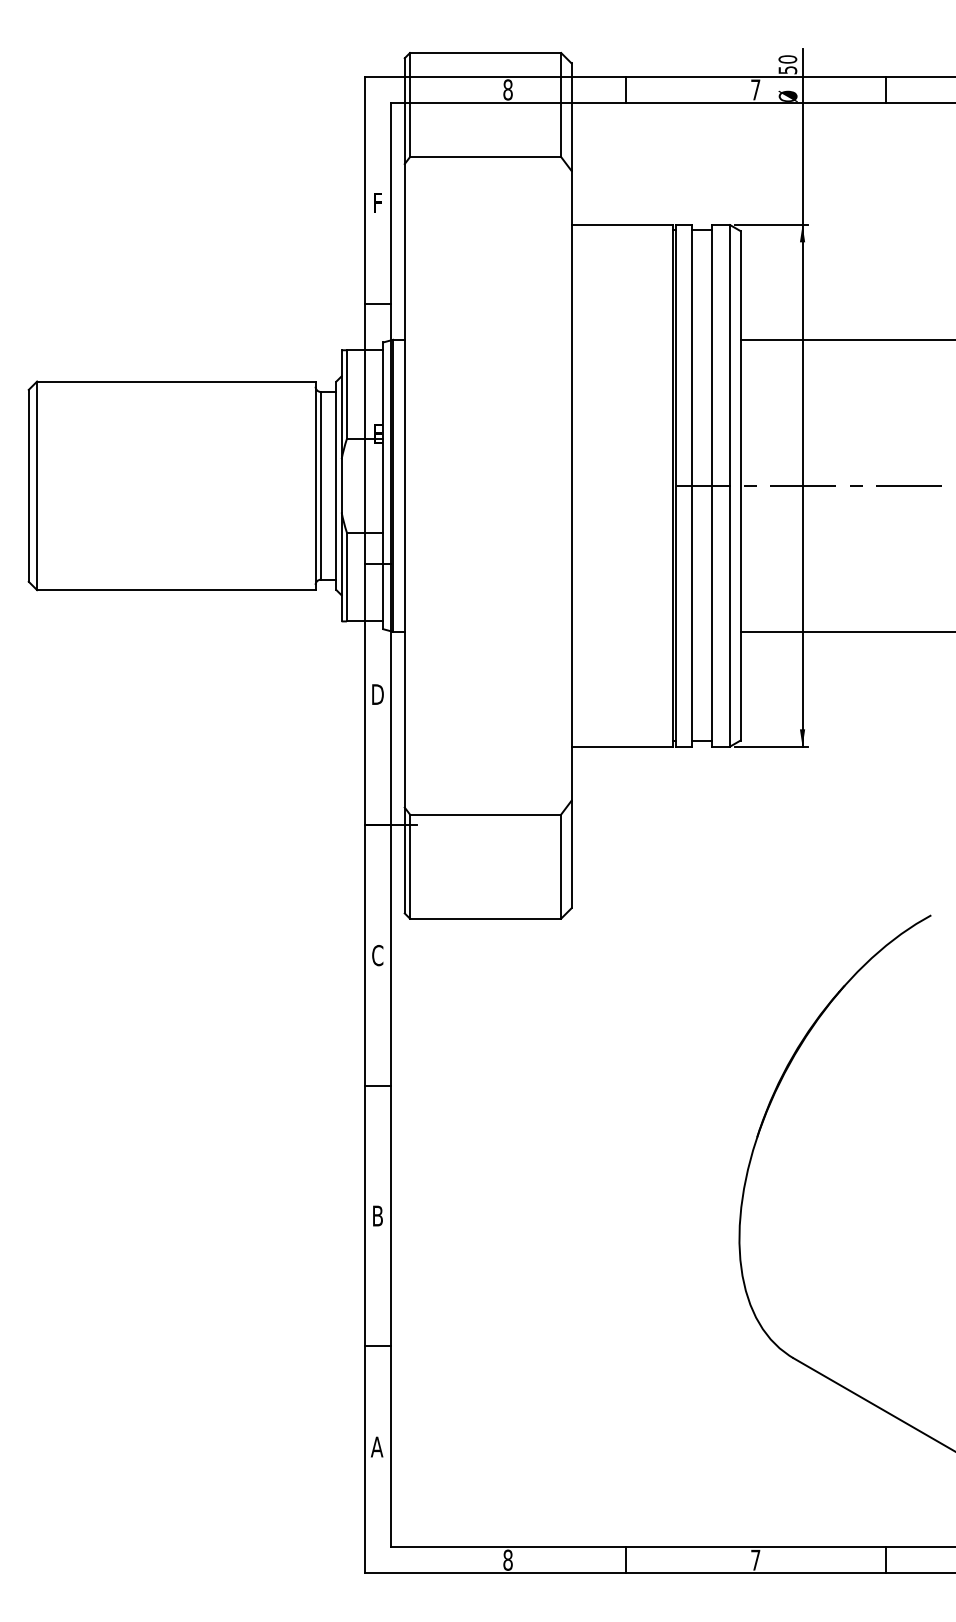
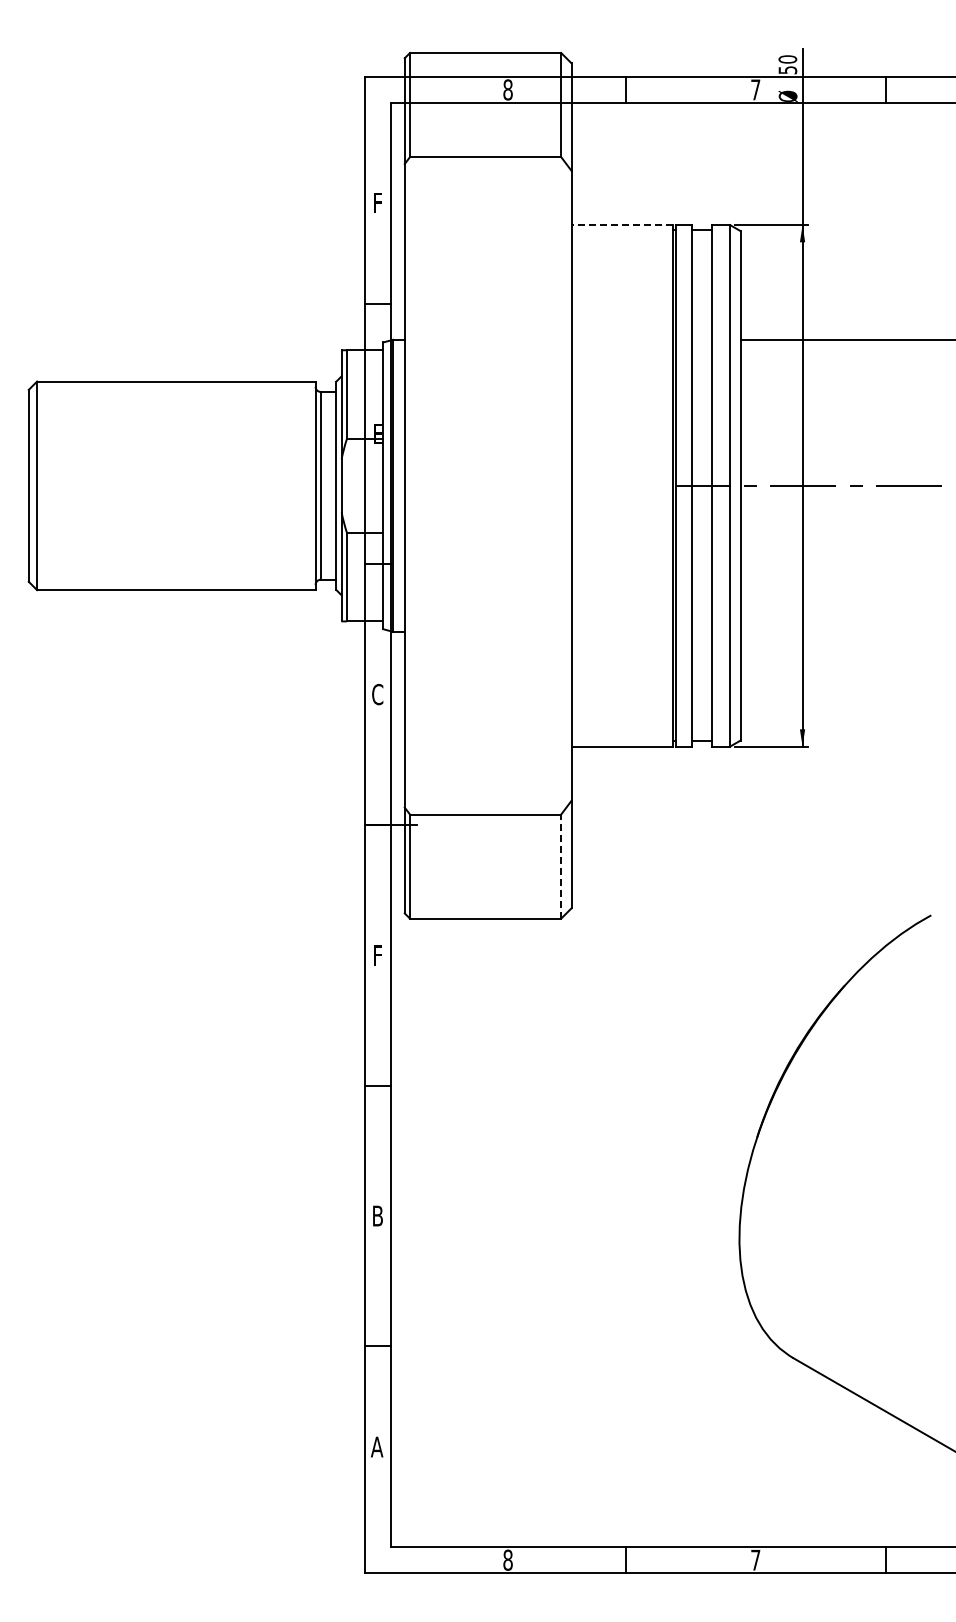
line at (622, 225): solid -> dashed
line at (845, 631): present -> none
text at (377, 694): D -> C
line at (561, 866): solid -> dashed
text at (377, 955): C -> F
